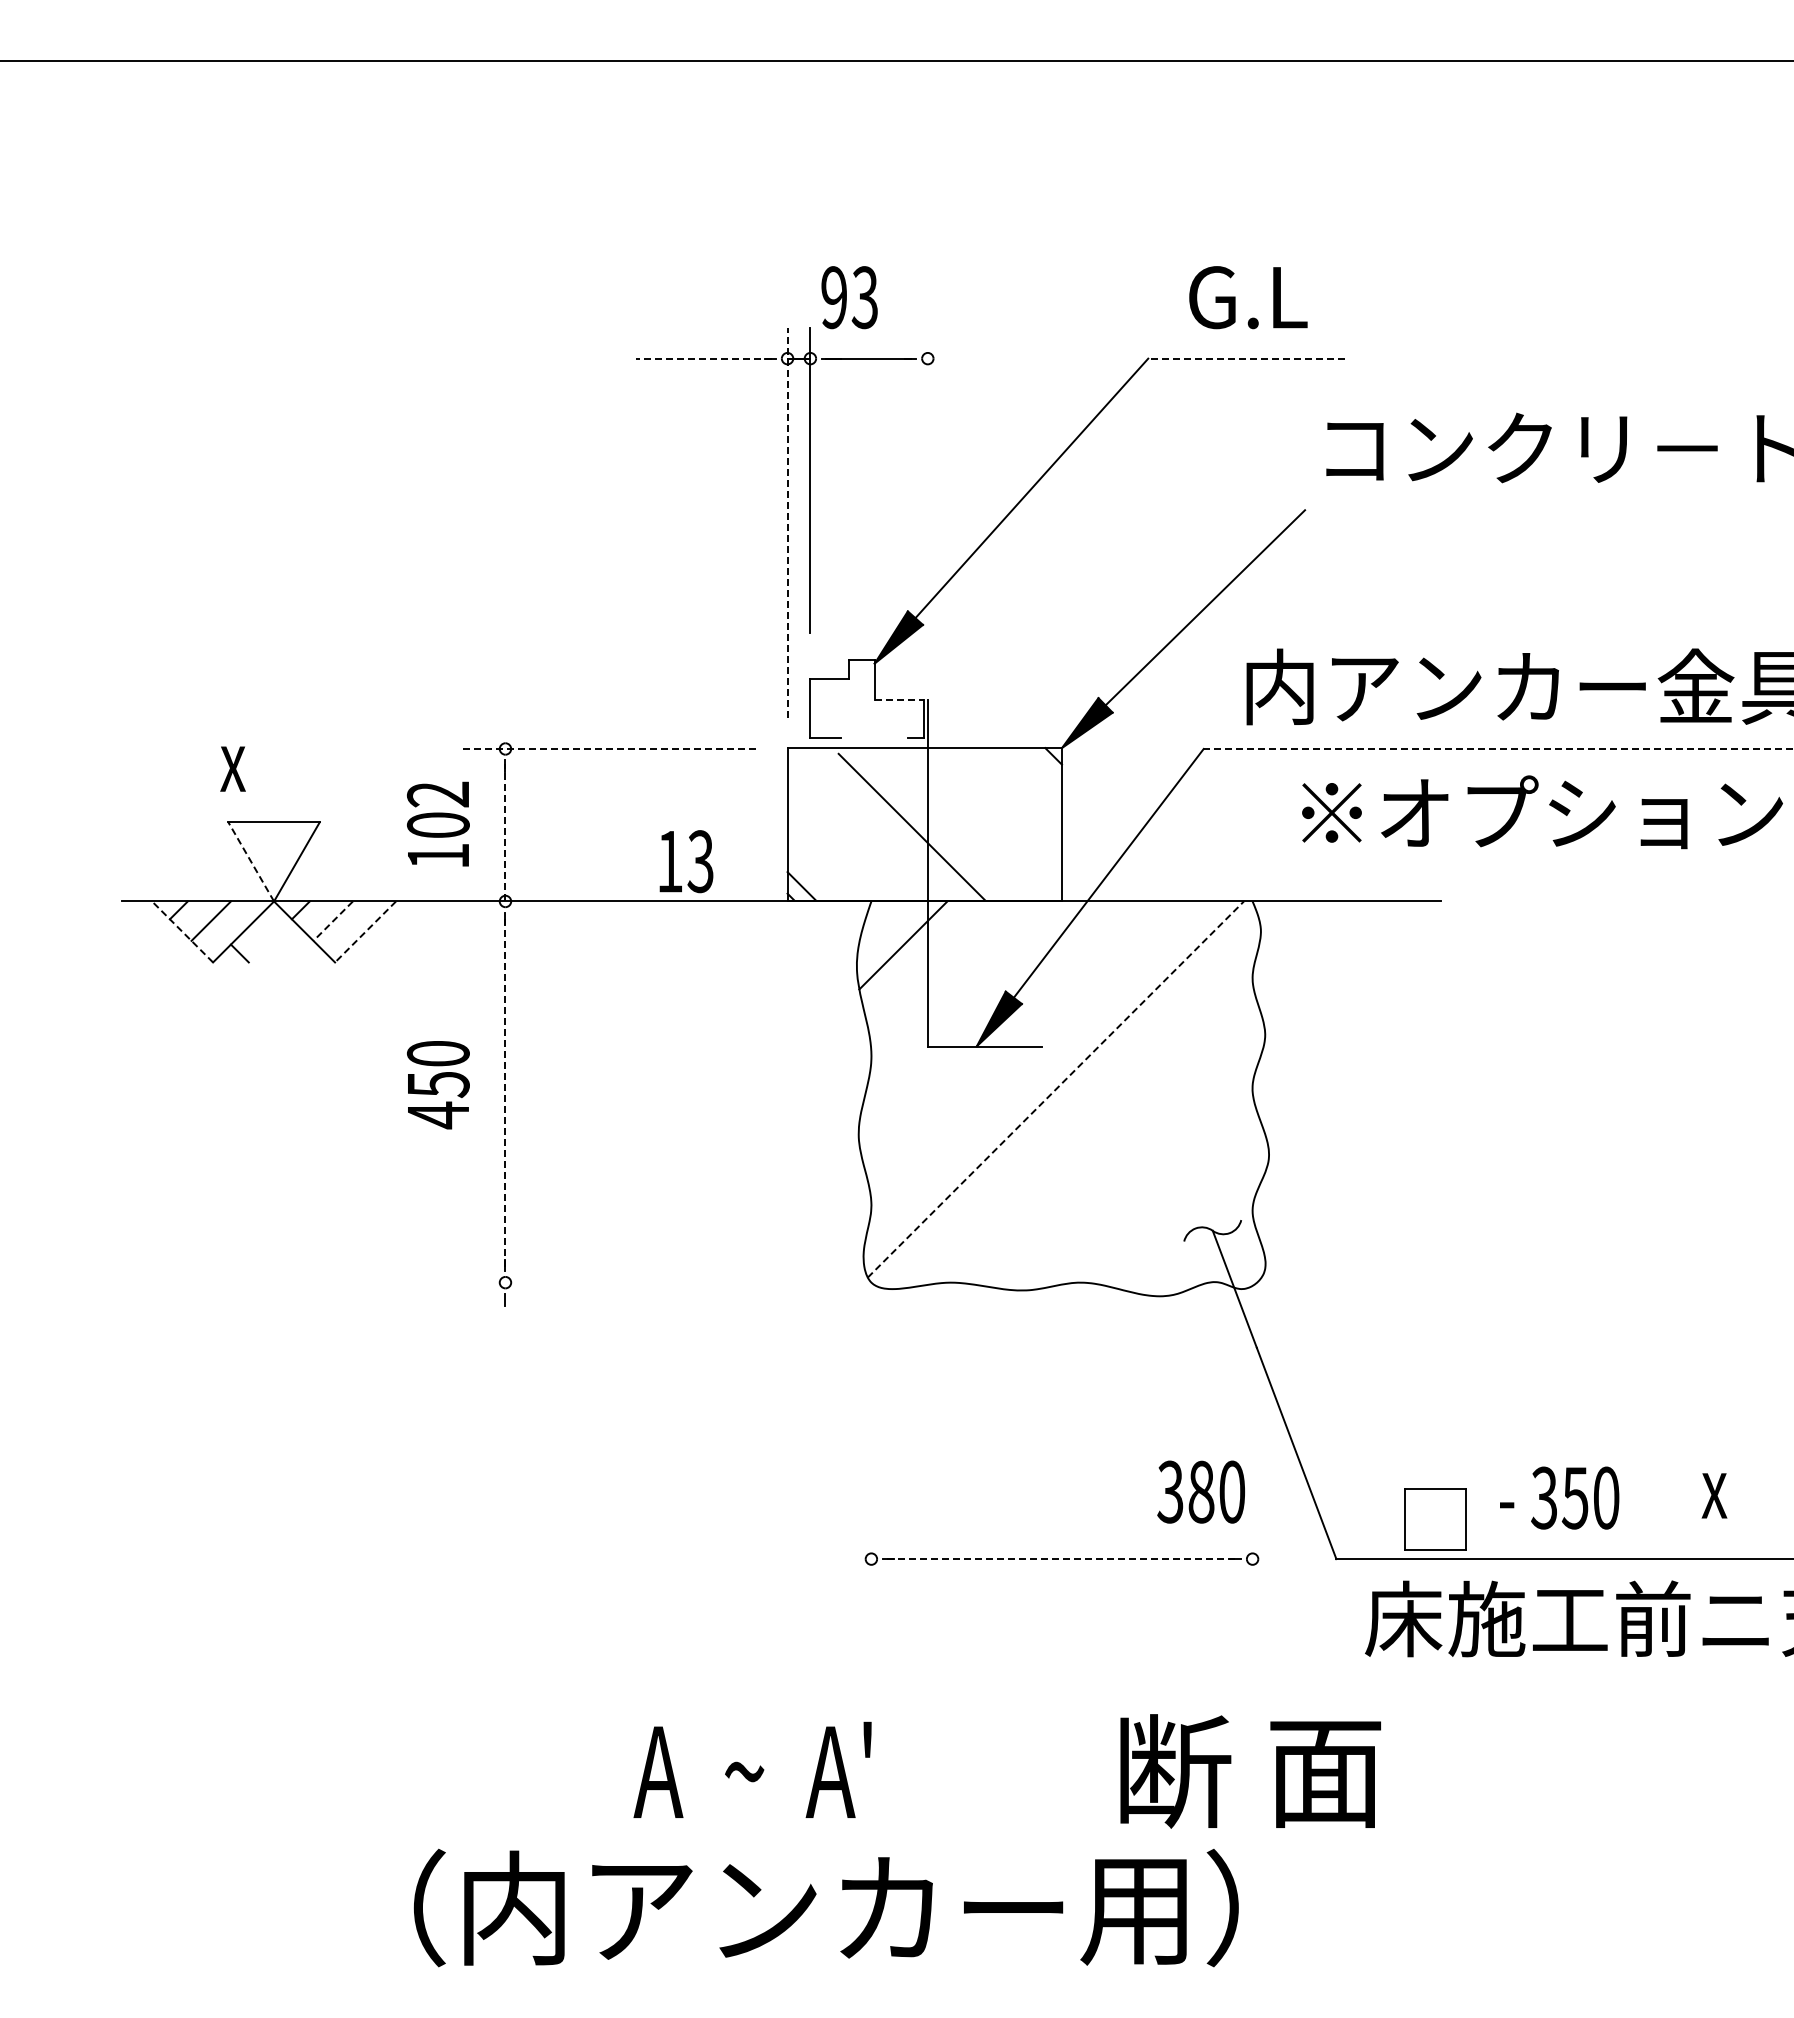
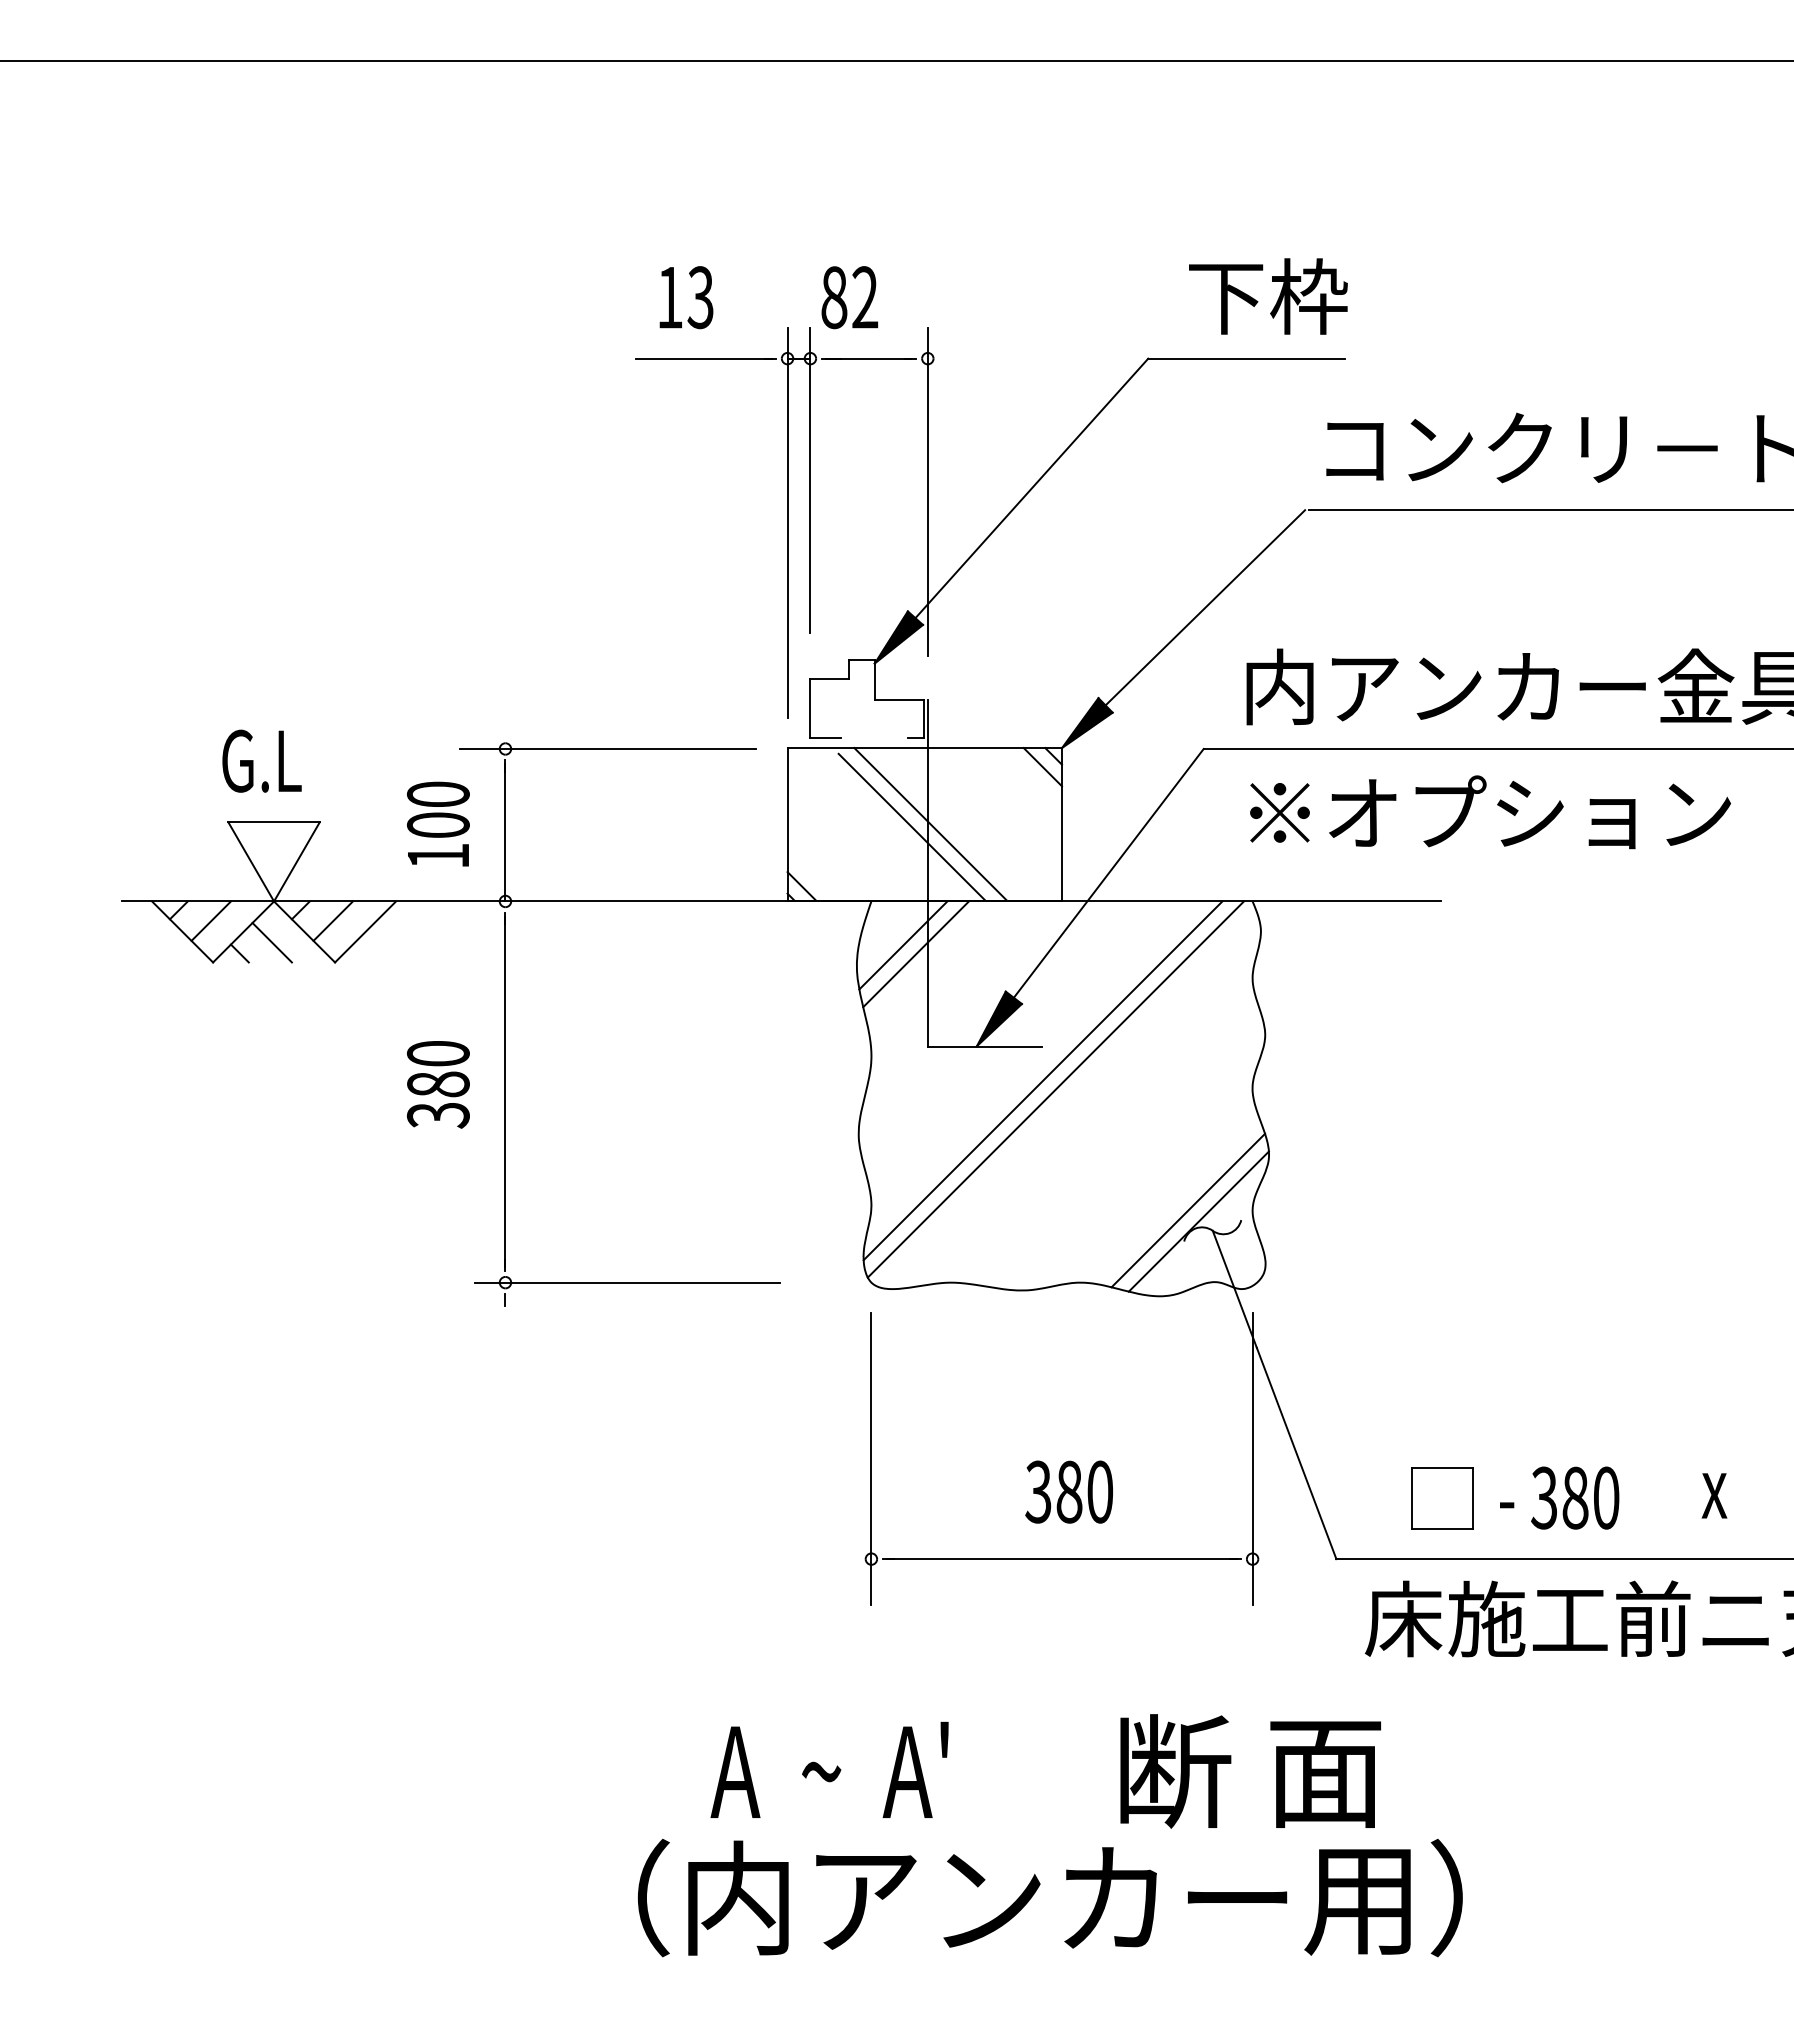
text at (1268, 296): G.L -> 下枠
text at (849, 297): 93 -> 82
line at (703, 358): dashed -> solid
line at (1246, 358): dashed -> solid
line at (927, 491): none -> present
line at (1549, 510): none -> present
line at (787, 522): dashed -> solid
line at (899, 700): dashed -> solid
line at (607, 748): dashed -> solid
line at (1498, 748): dashed -> solid
text at (260, 760): x -> G.L
line at (1042, 767): none -> present
text at (438, 794): 102 -> 100
text at (1542, 812) position: (1542, 812) -> (1490, 812)
line at (930, 824): none -> present
line at (505, 832): dashed -> solid
line at (251, 861): dashed -> solid
text at (686, 861) position: (686, 861) -> (686, 297)
line at (333, 921): dashed -> solid
line at (182, 931): dashed -> solid
line at (365, 932): dashed -> solid
line at (271, 942): none -> present
line at (915, 954): none -> present
line at (1042, 1080): none -> present
line at (1055, 1089): dashed -> solid
line at (505, 1091): dashed -> solid
text at (437, 1100): 450 -> 380
line at (1188, 1210): none -> present
line at (1198, 1221): none -> present
line at (626, 1282): none -> present
line at (871, 1458): none -> present
line at (1252, 1458): none -> present
text at (1200, 1491) position: (1200, 1491) -> (1068, 1491)
text at (1574, 1497): 350 -> 380
part at (1435, 1519) position: (1435, 1519) -> (1442, 1498)
line at (1062, 1559): dashed -> solid
text at (752, 1769) position: (752, 1769) -> (829, 1769)
text at (826, 1907) position: (826, 1907) -> (1050, 1897)
